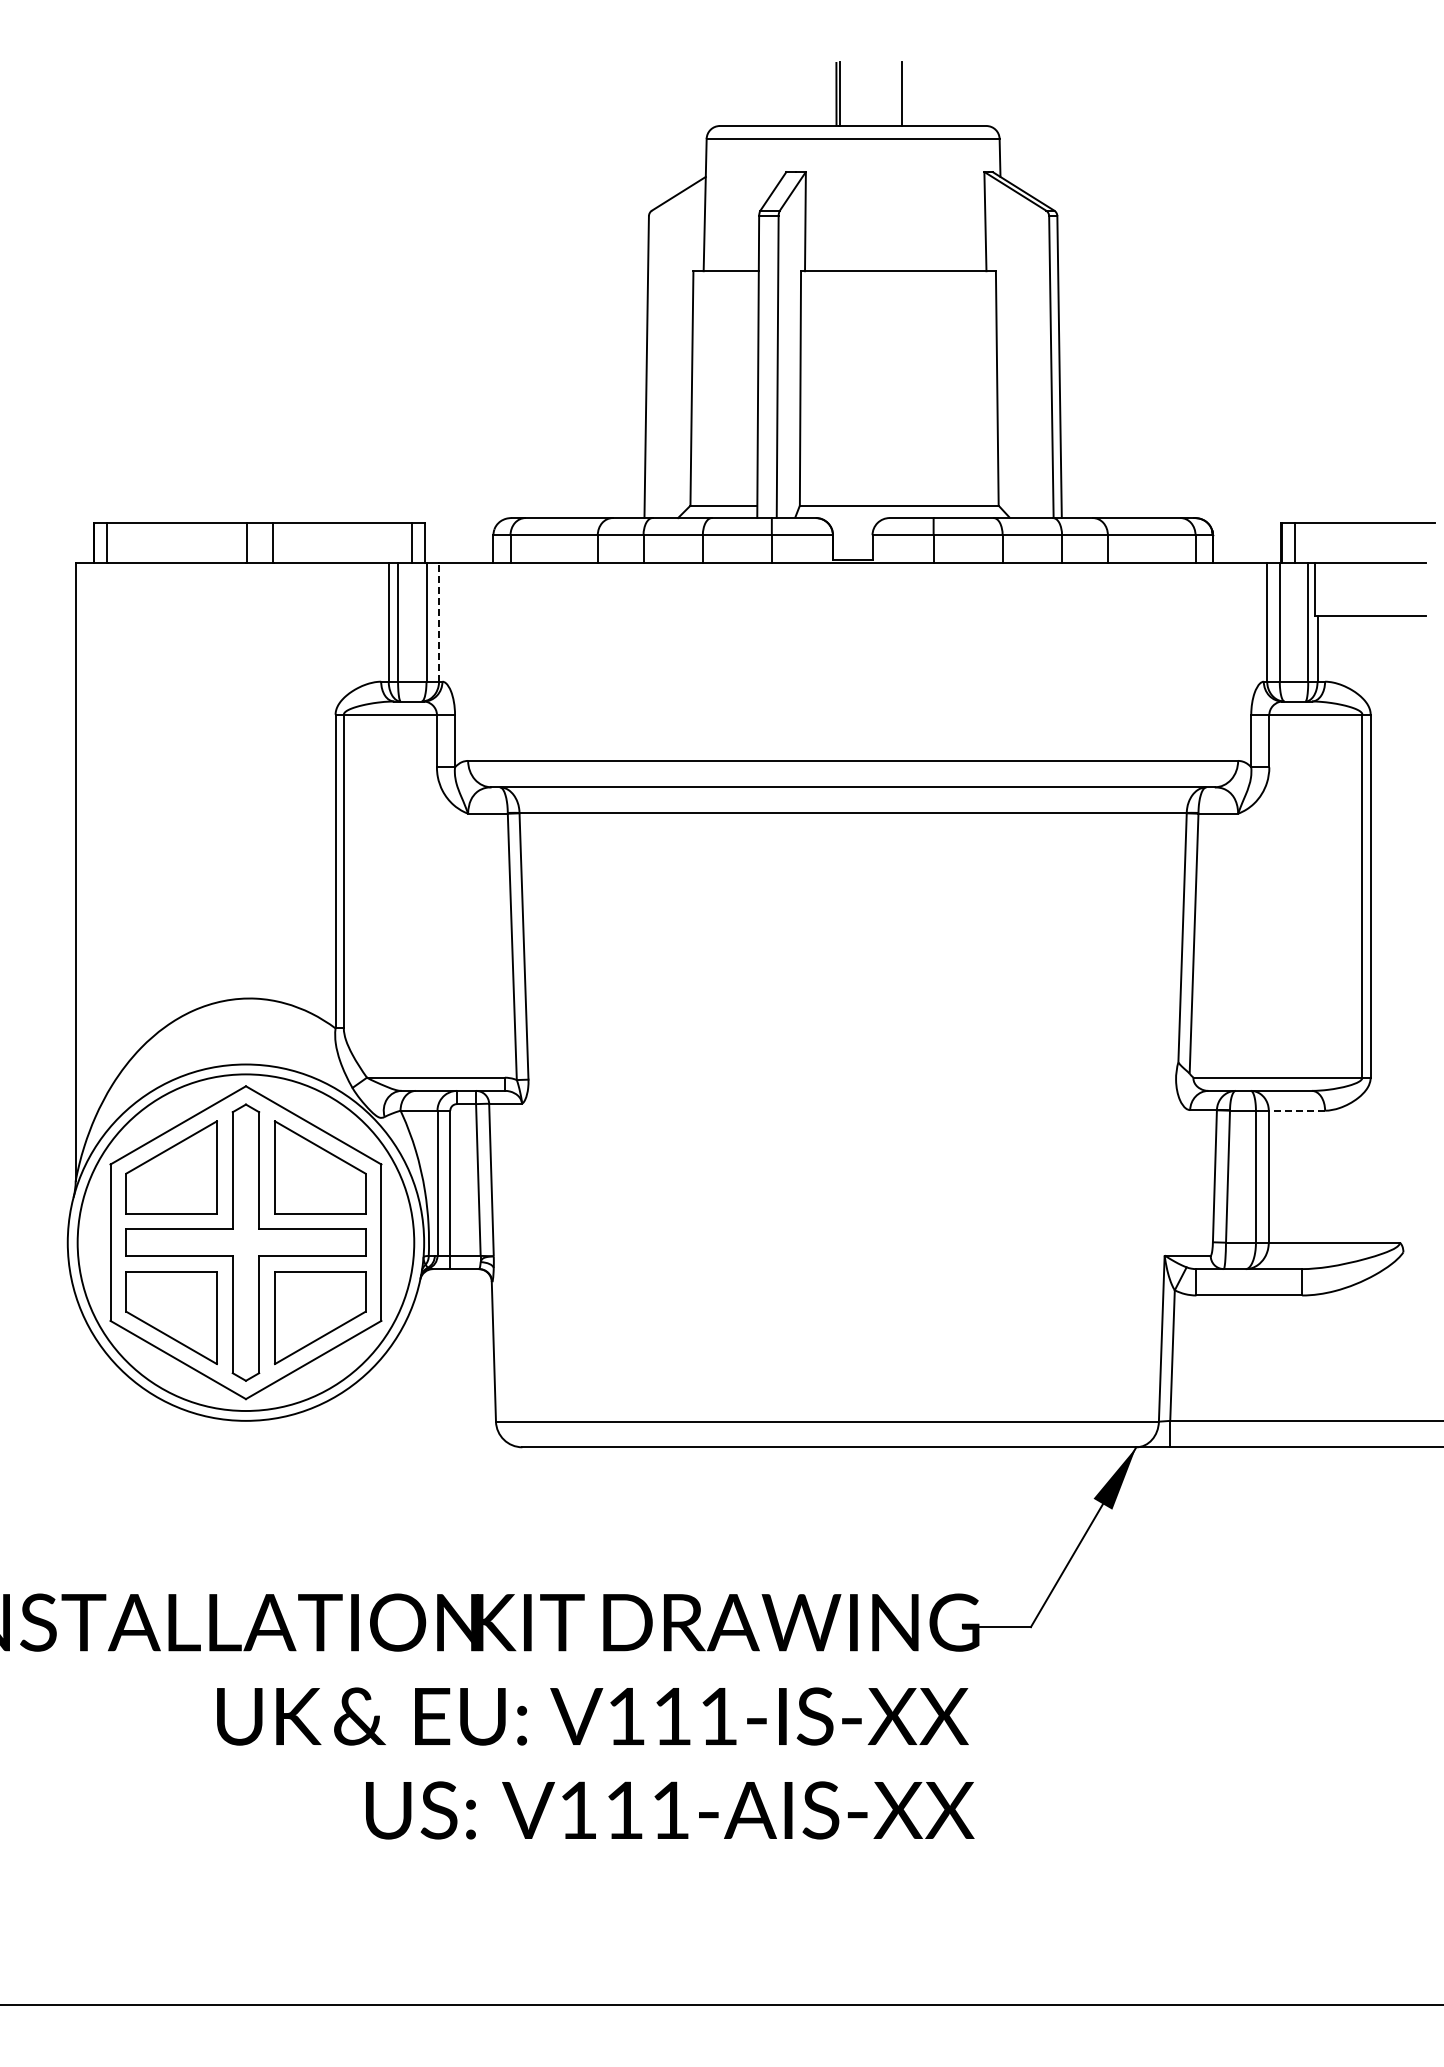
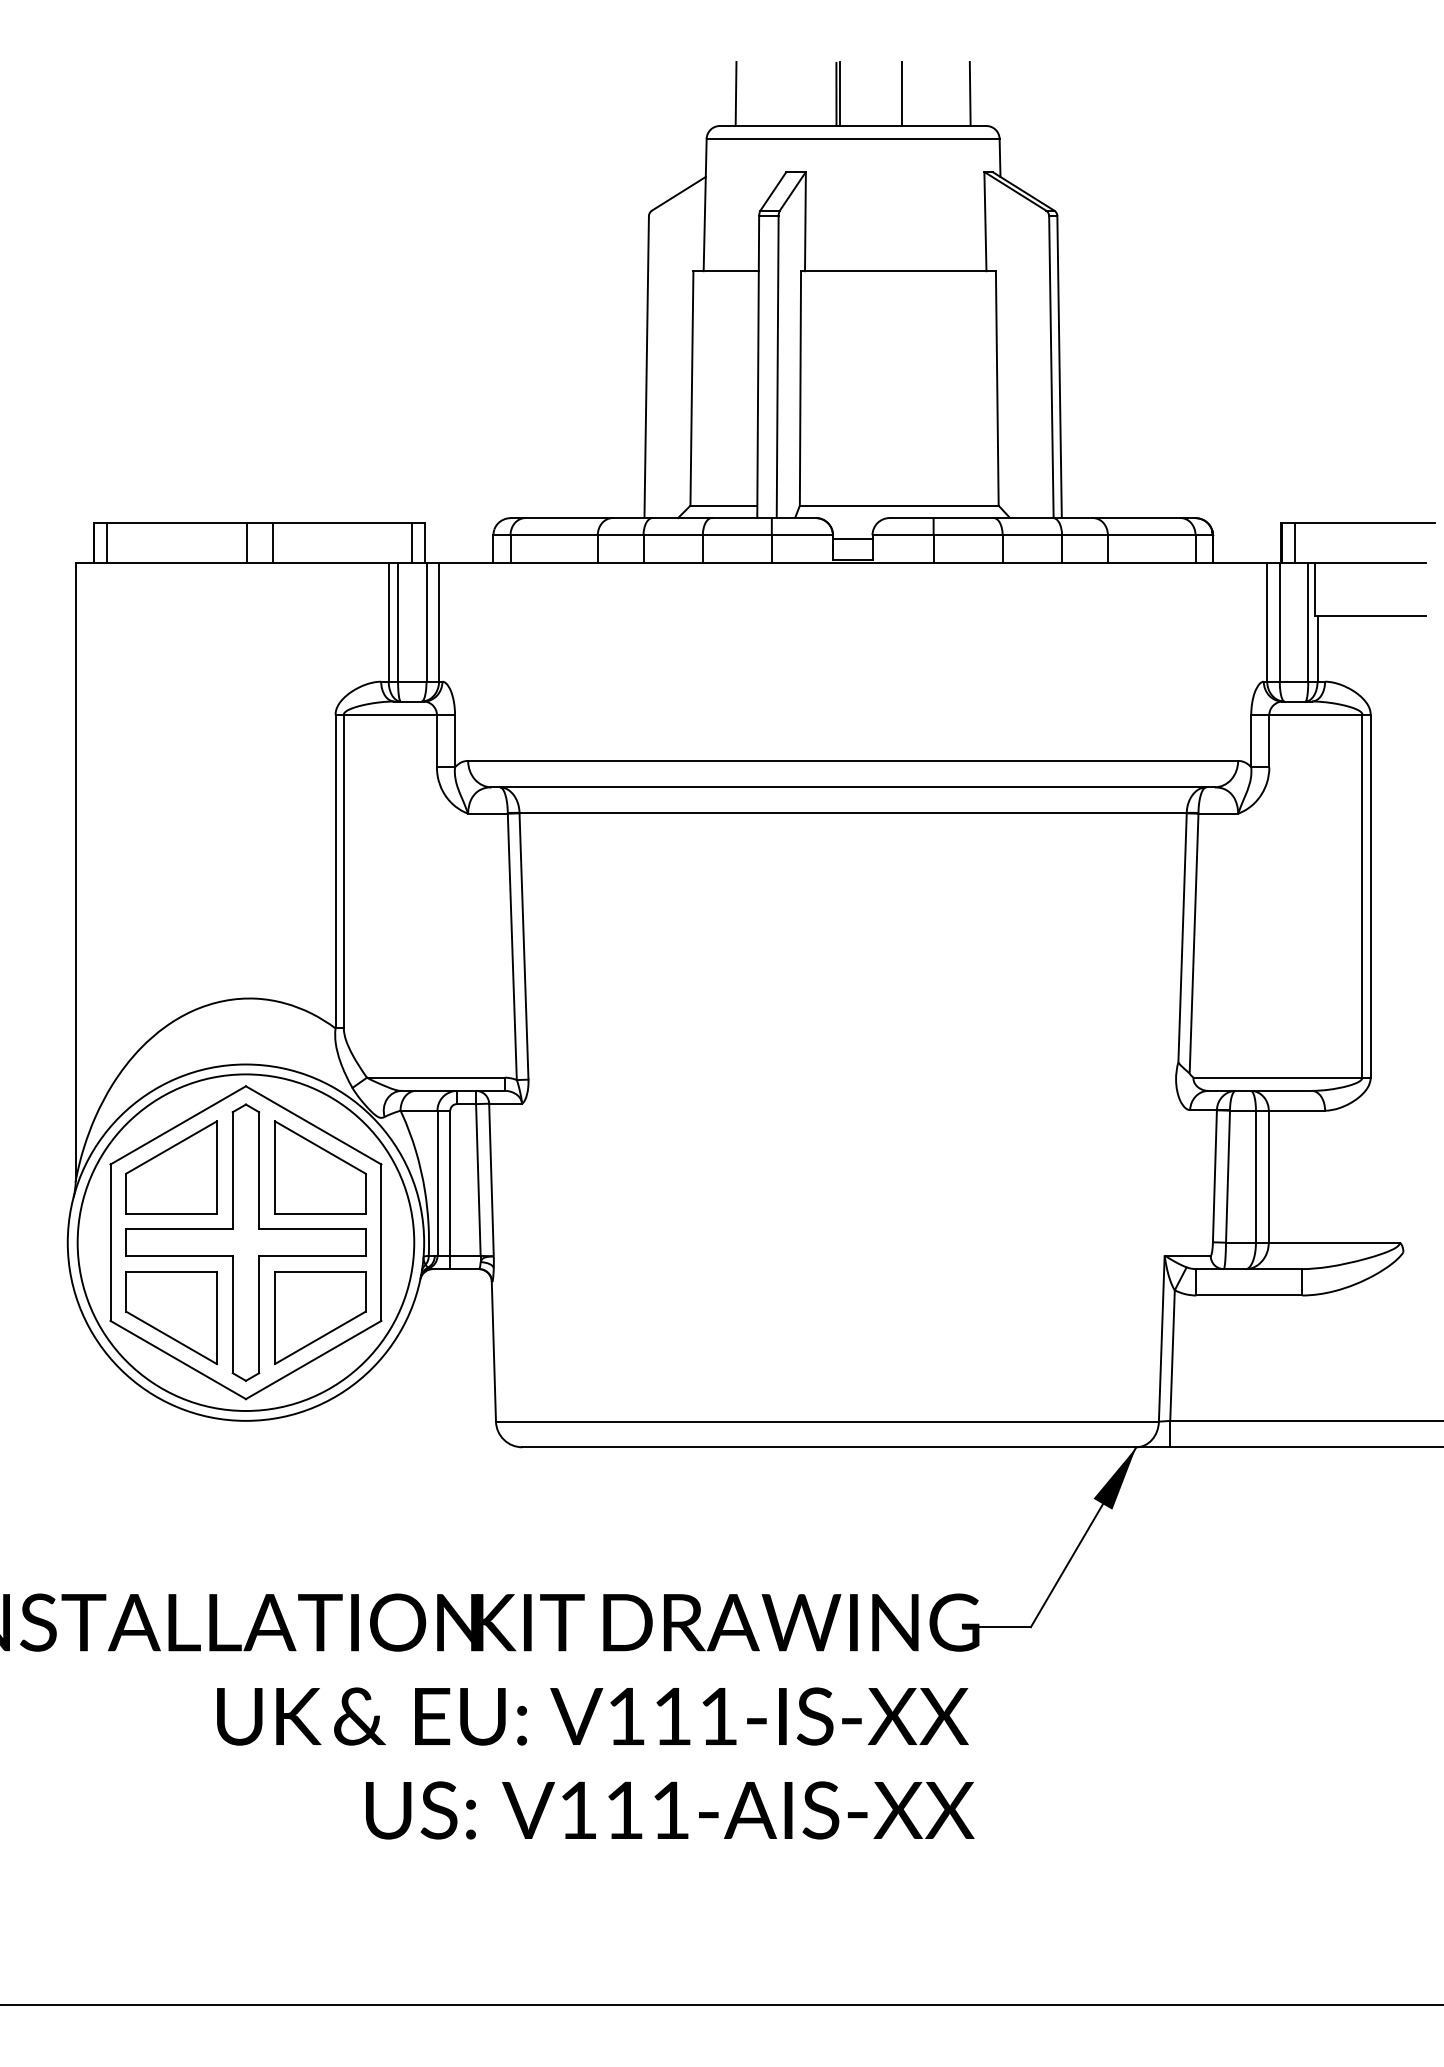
line at (735, 94): none -> present
line at (969, 94): none -> present
line at (852, 538): none -> present
line at (439, 621): dashed -> solid
line at (1296, 1110): dashed -> solid
